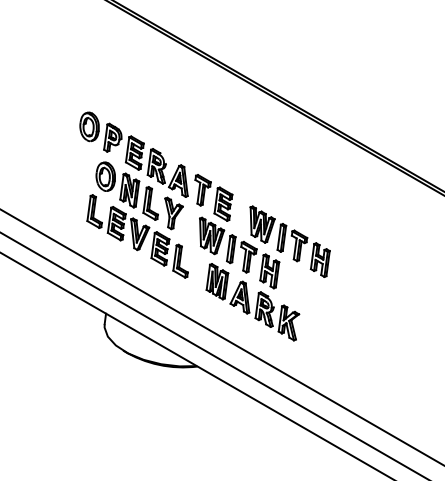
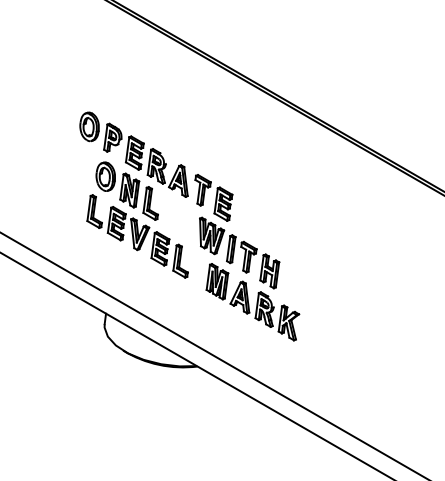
part at (173, 213): present -> none
part at (289, 241): present -> none
line at (221, 336): present -> none
